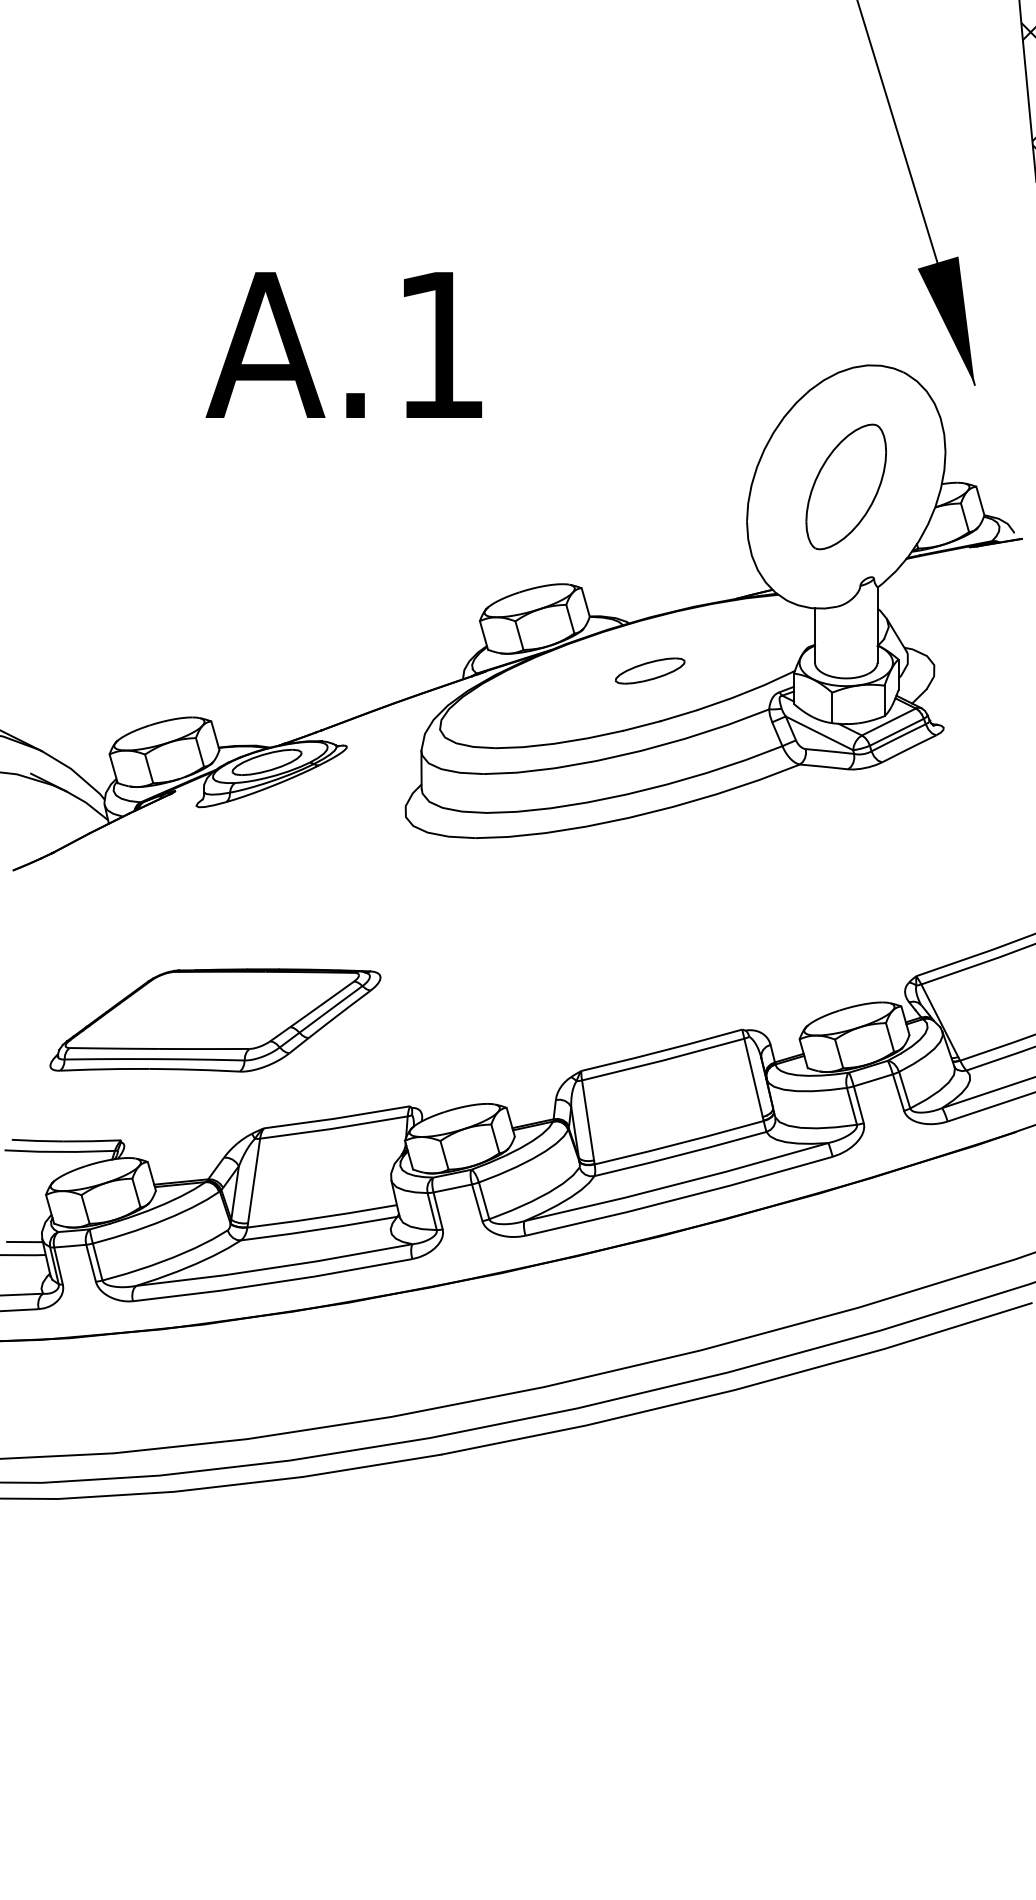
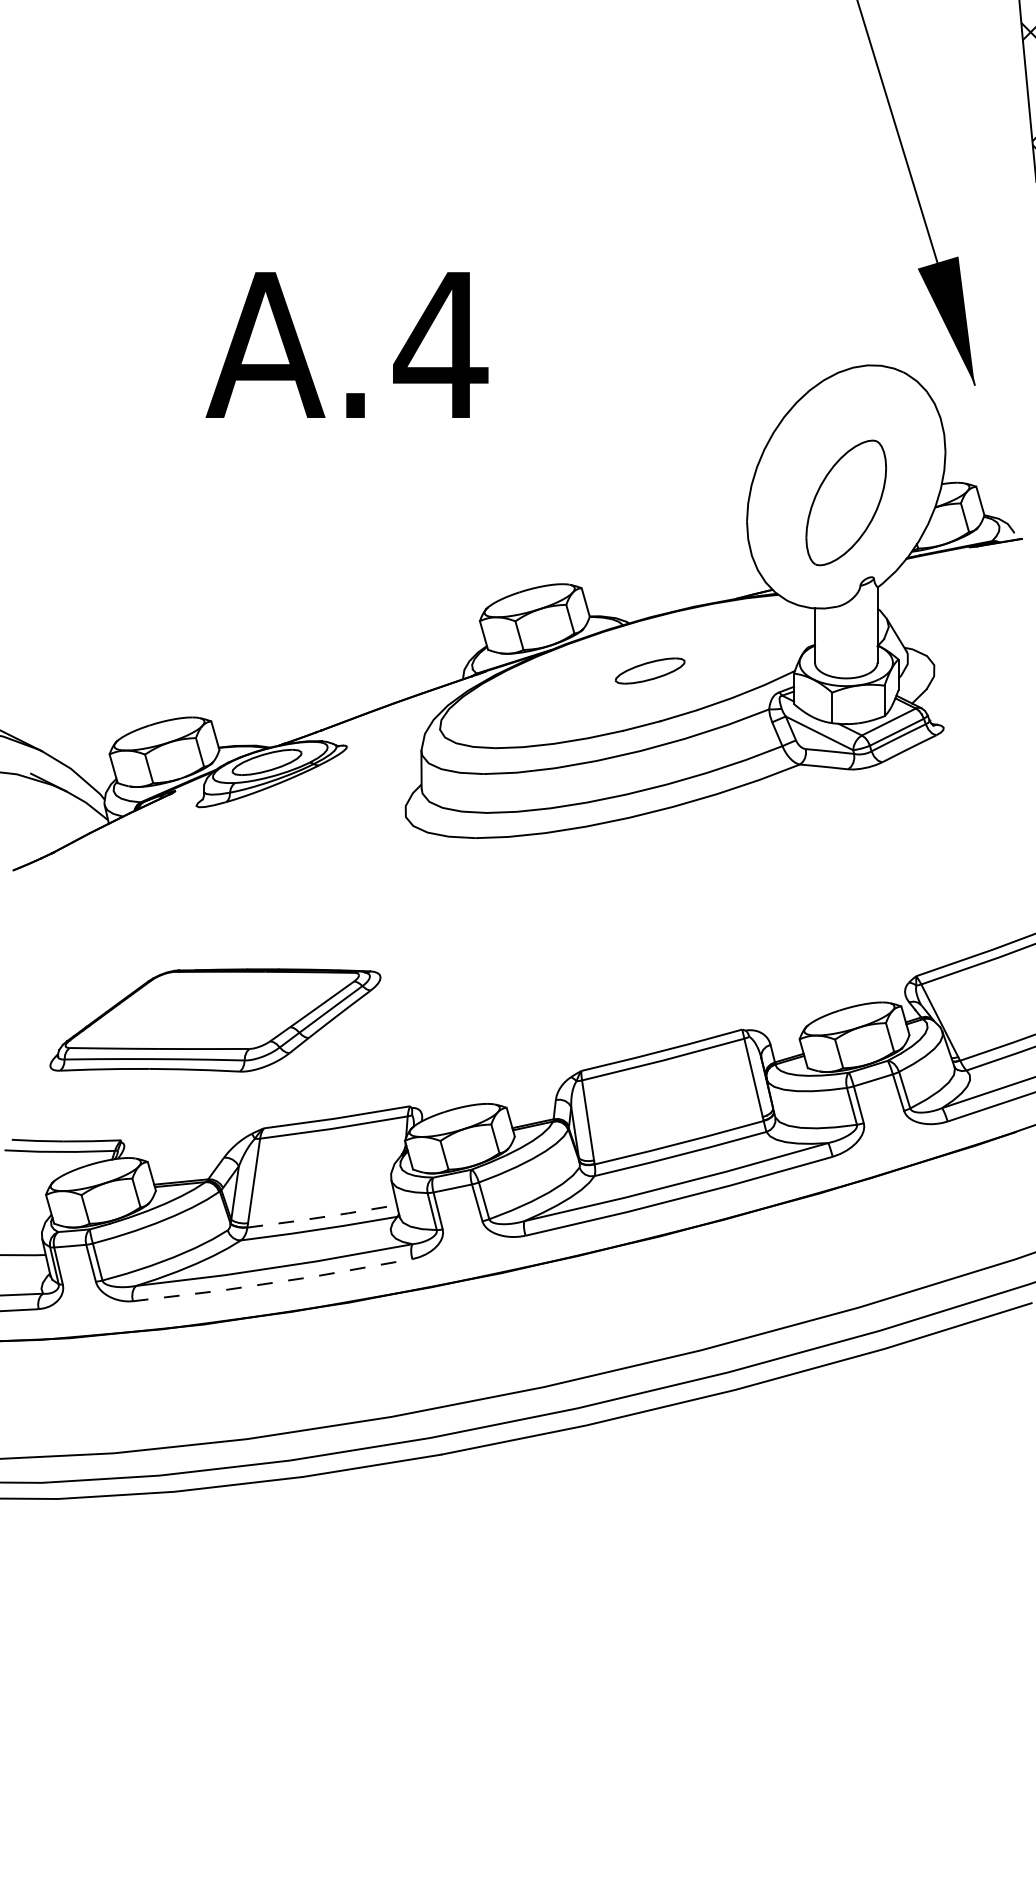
text at (440, 344): A.1 -> A.4
part at (845, 486) position: (845, 486) -> (845, 502)
line at (322, 1217): solid -> dashed
line at (24, 1241): present -> none
line at (272, 1282): solid -> dashed
